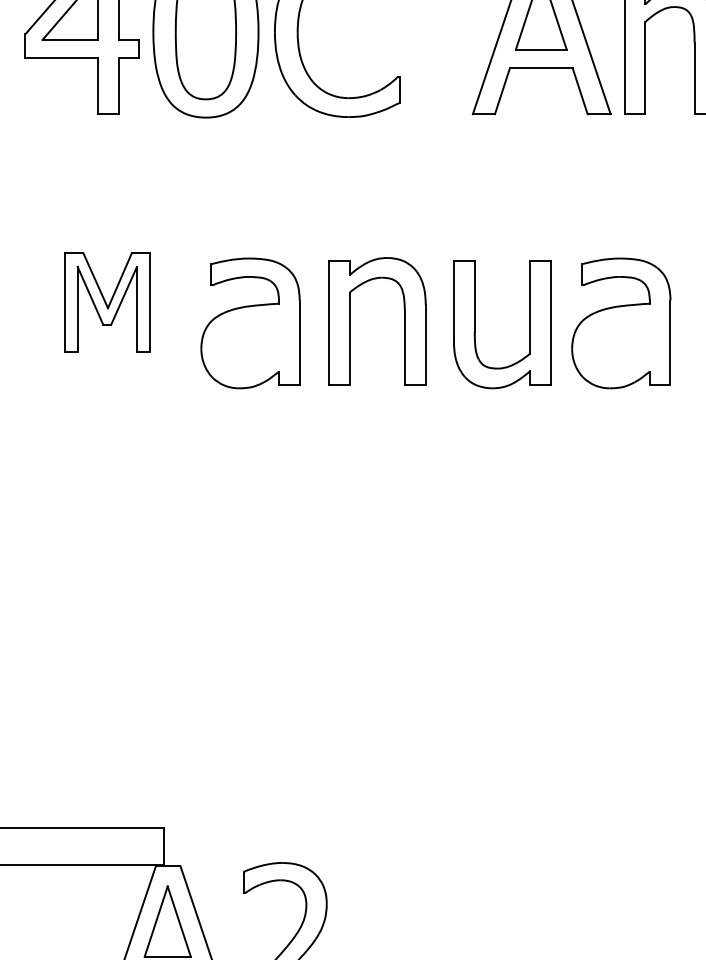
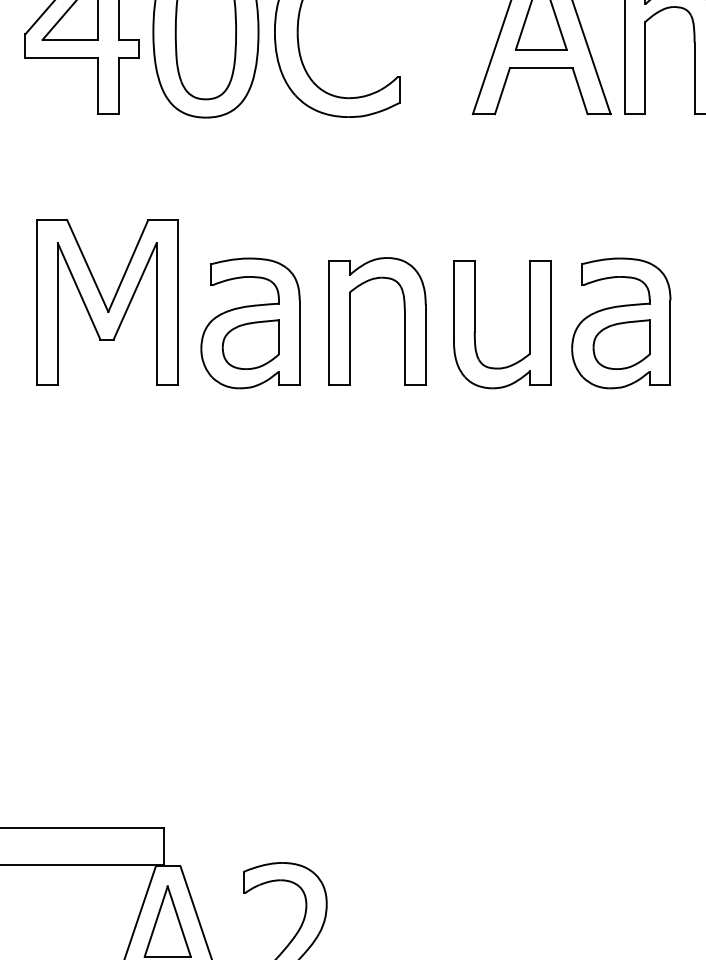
part at (107, 302) size: 87x101 px -> 143x167 px
part at (250, 344): none -> present
part at (621, 344): none -> present
